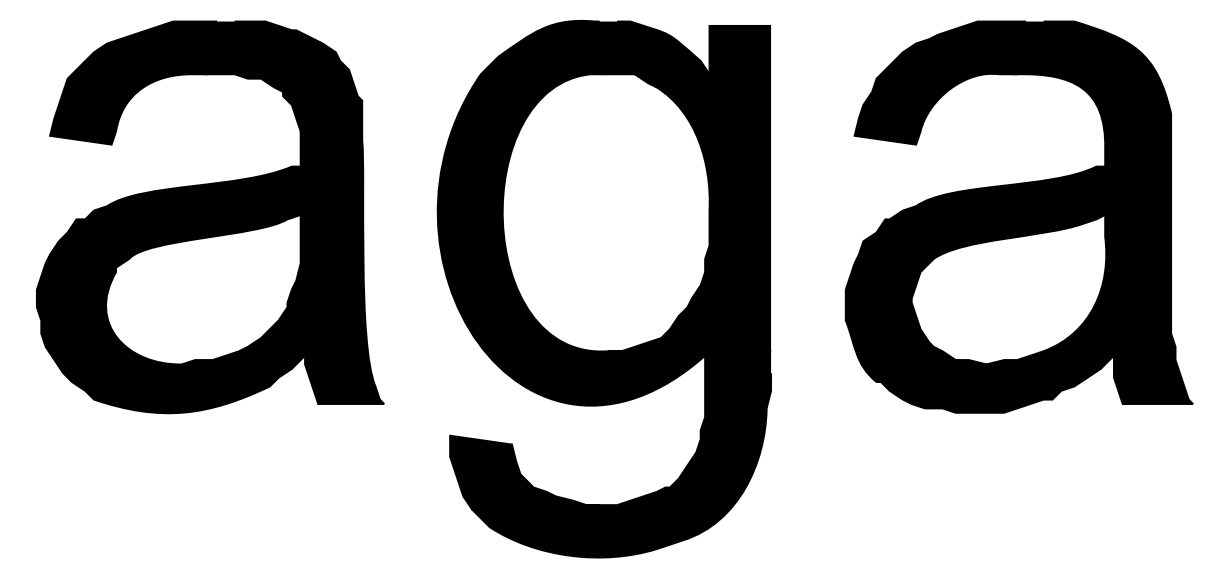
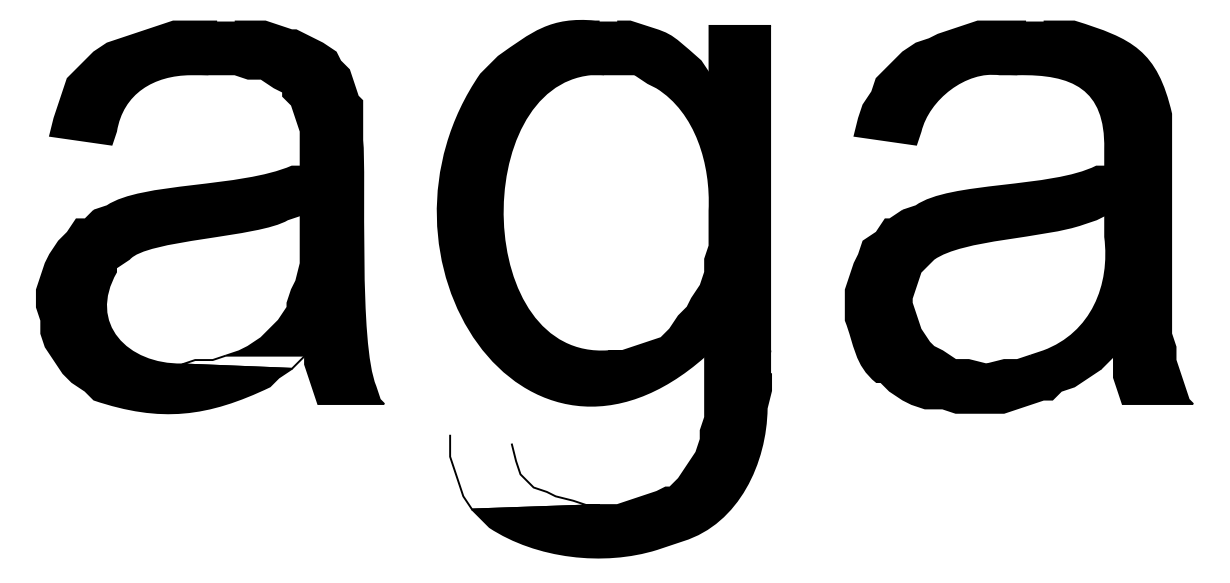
fill at (243, 361): present -> none
fill at (524, 471): present -> none
